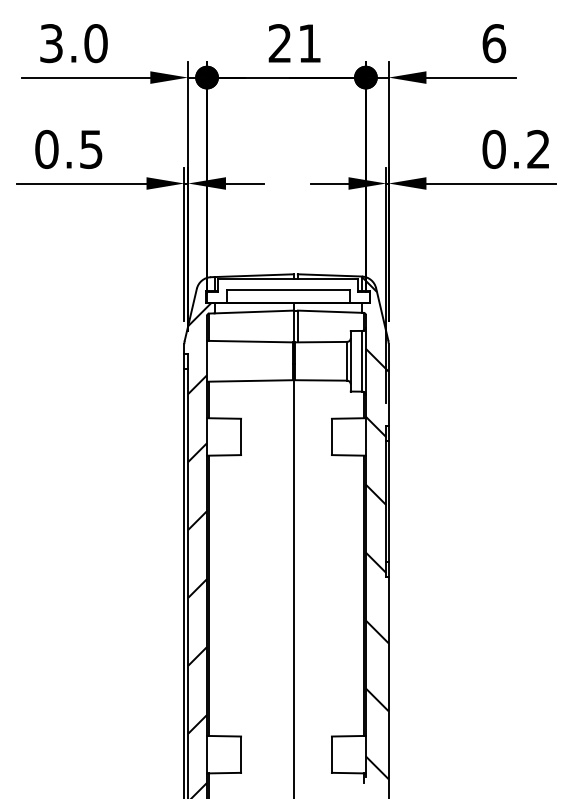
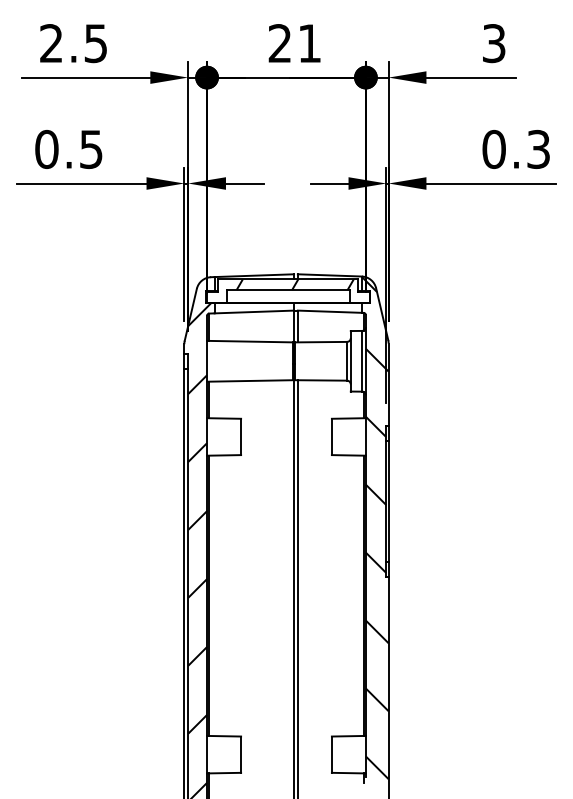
text at (73, 43): 3.0 -> 2.5
text at (494, 43): 6 -> 3
text at (538, 149): 0.2 -> 0.3
hatch at (294, 284): none -> present
line at (297, 587): none -> present
